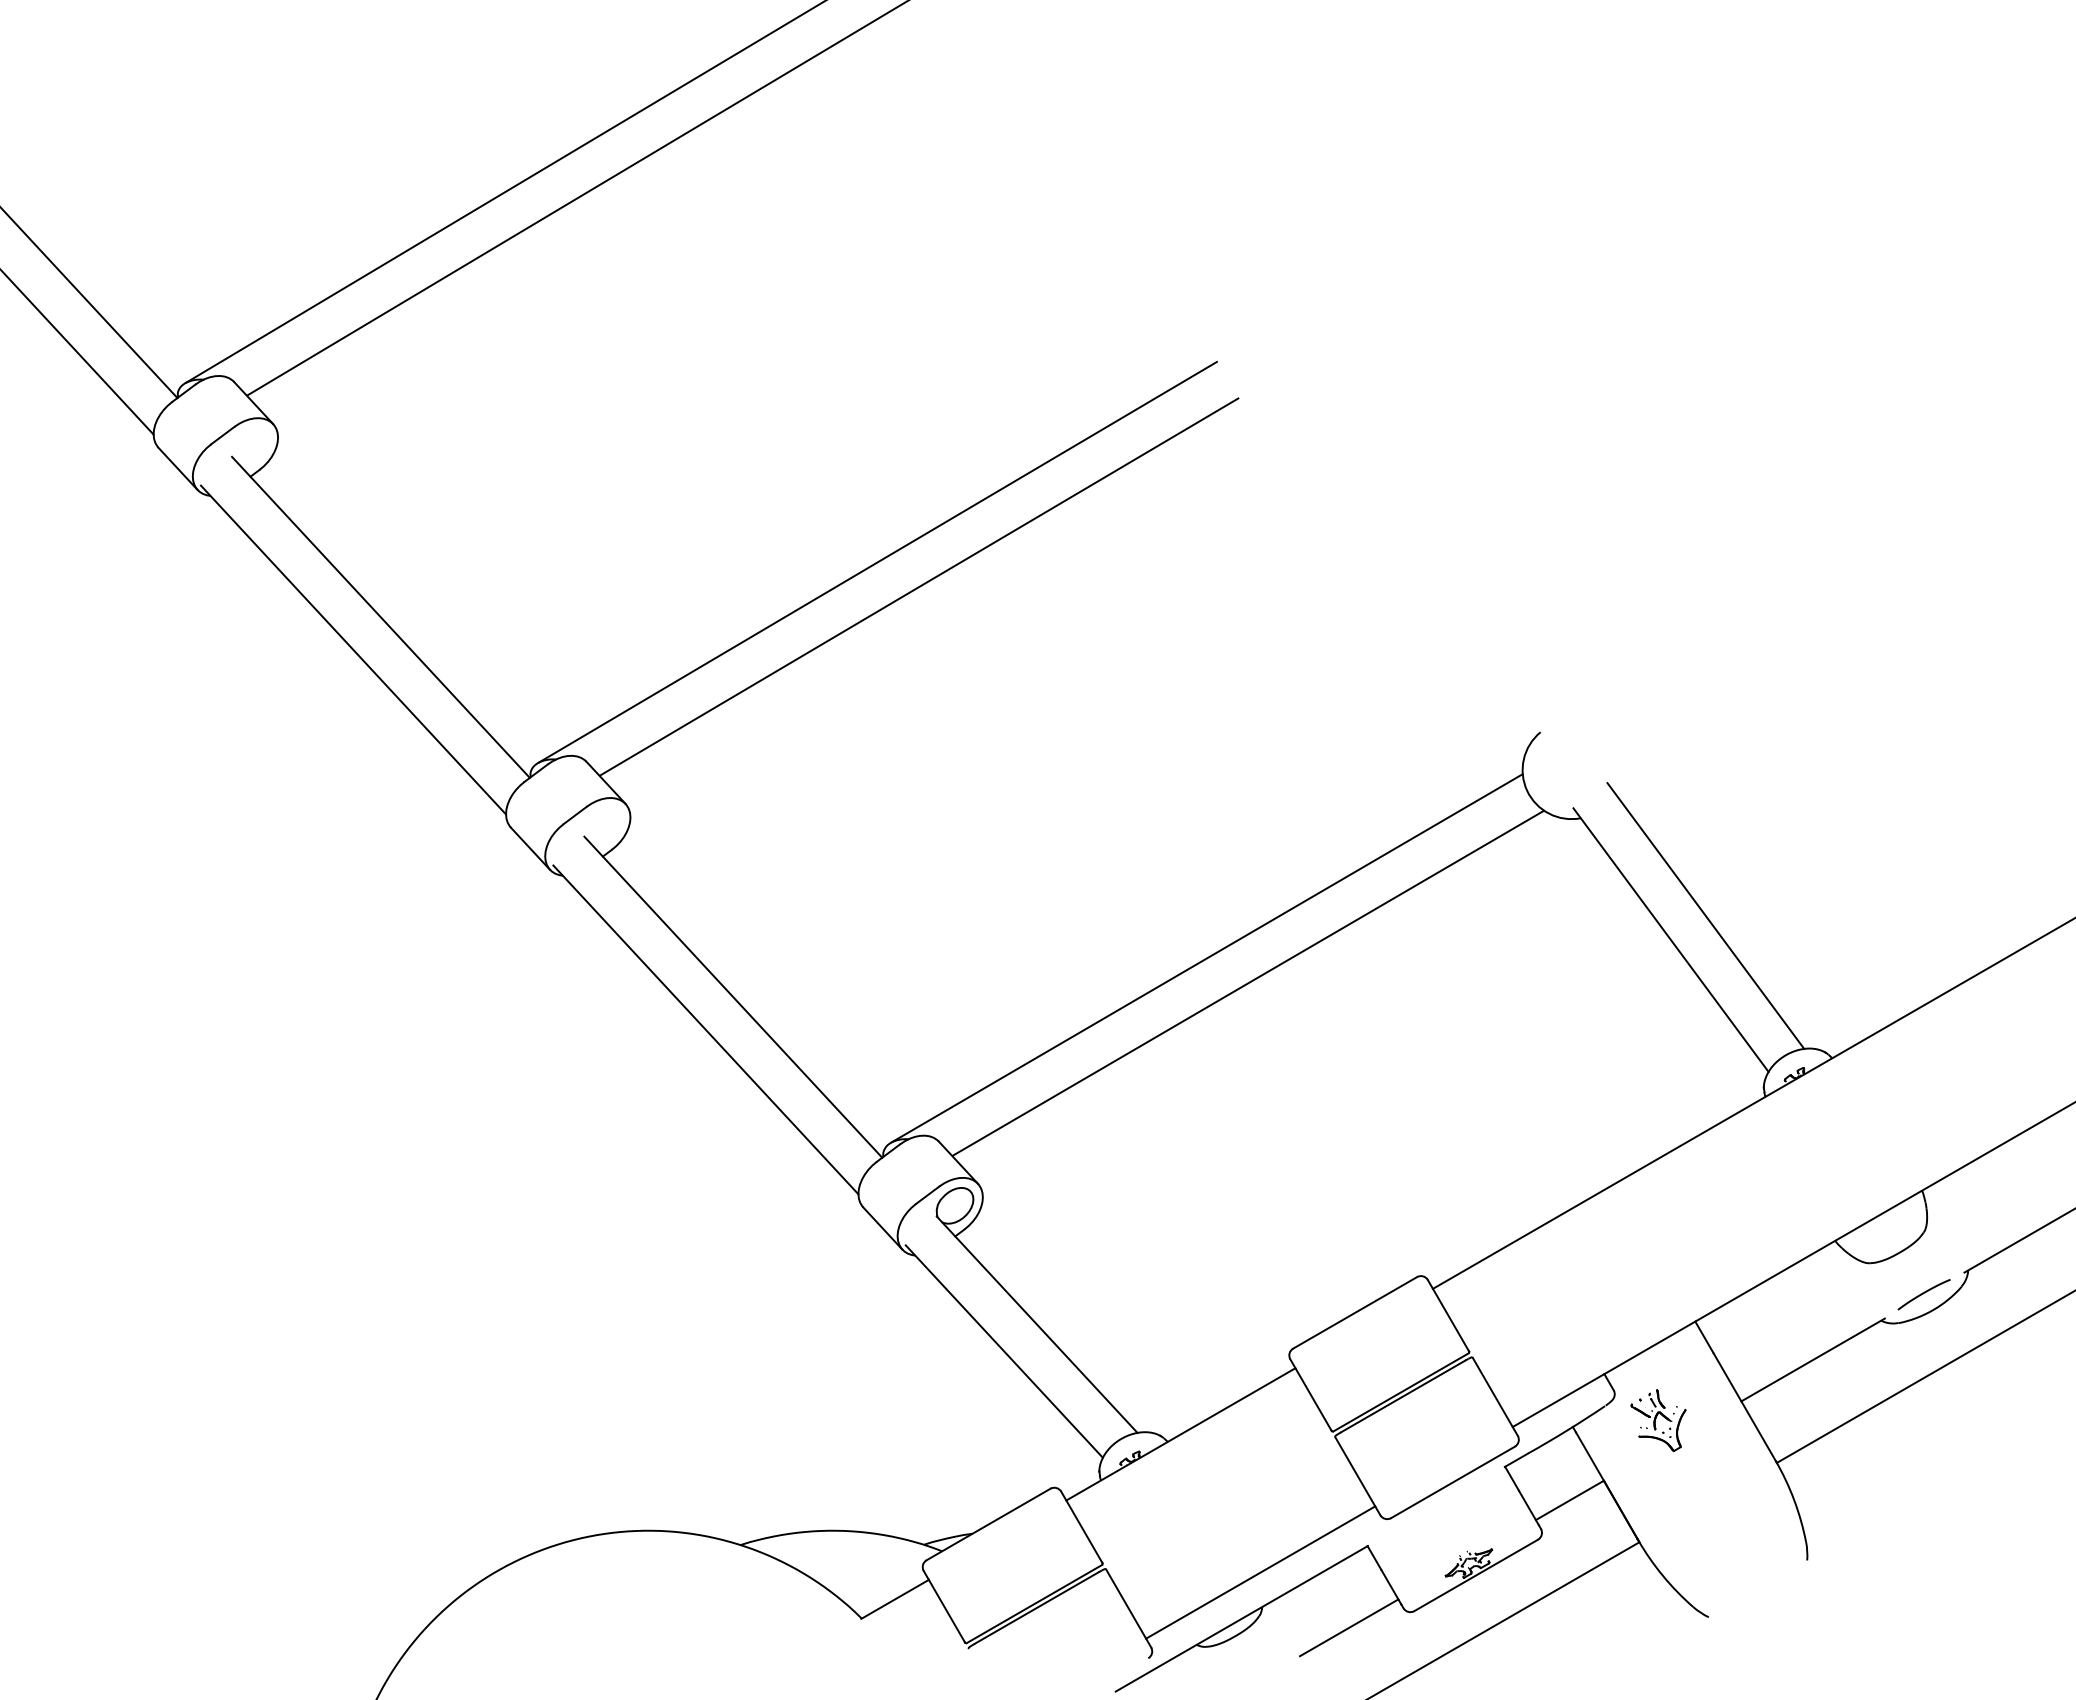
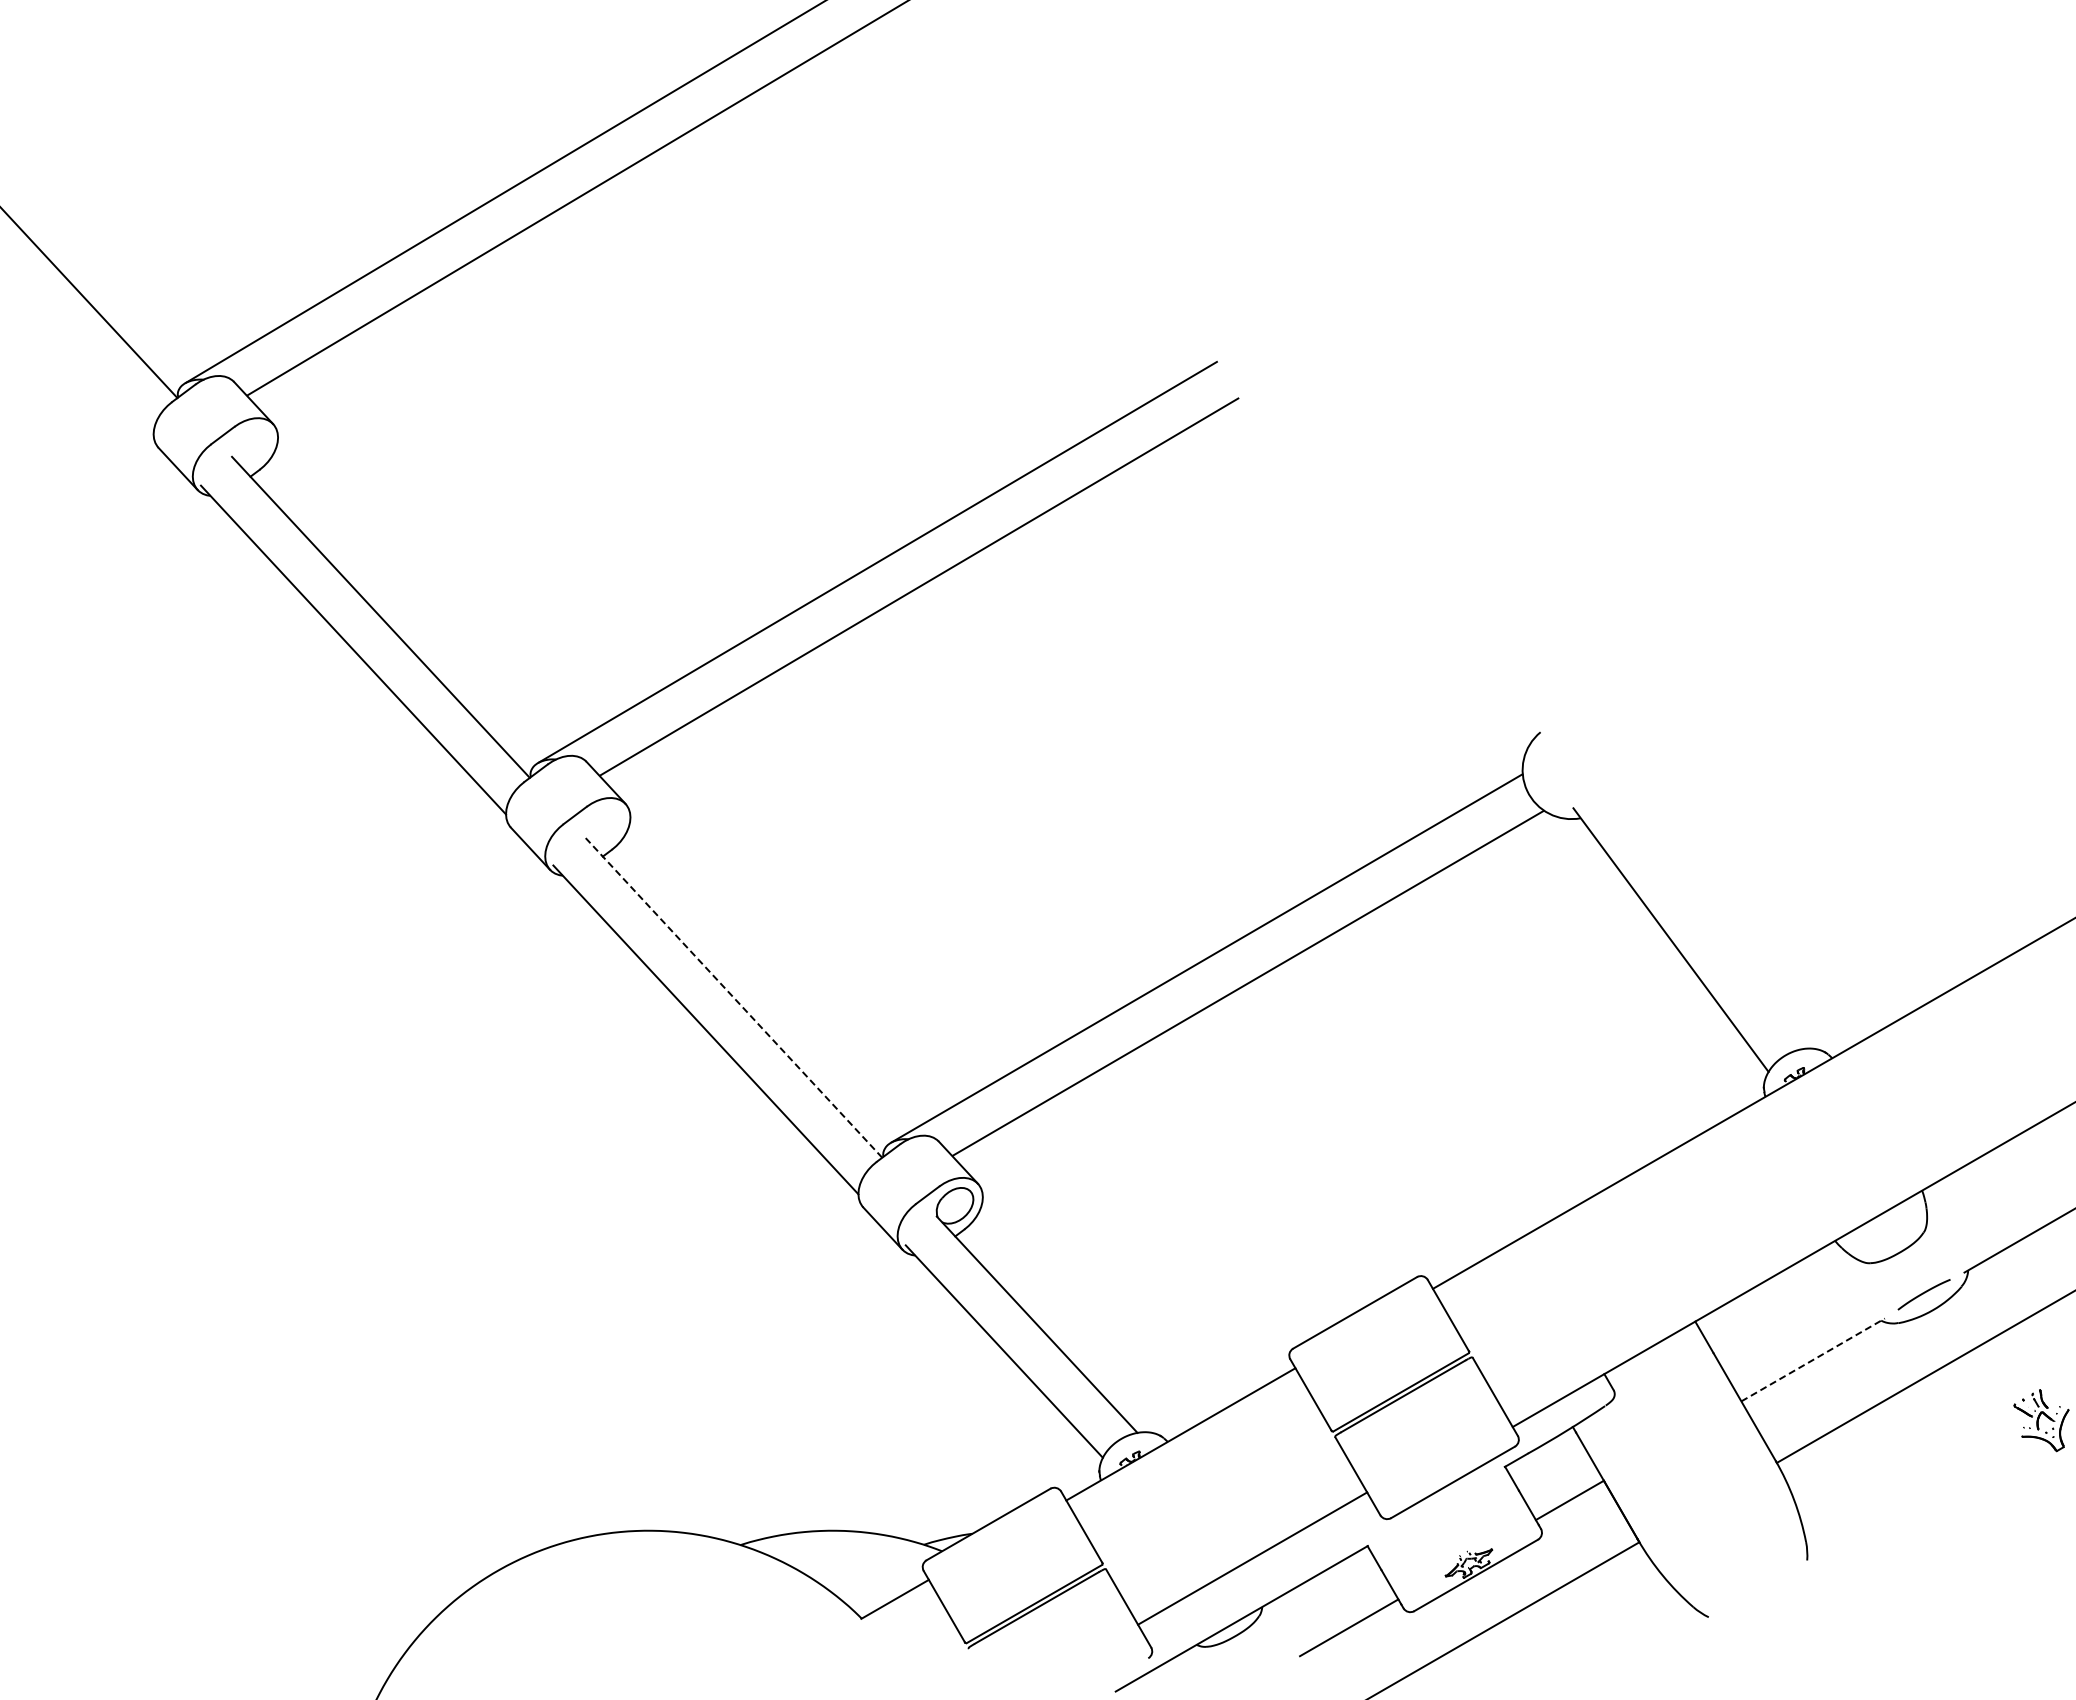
line at (77, 352): present -> none
line at (1705, 915): present -> none
line at (733, 997): solid -> dashed
line at (1813, 1359): solid -> dashed
part at (1658, 1420) position: (1658, 1420) -> (2041, 1420)
line at (1260, 1572) position: (1260, 1572) -> (1252, 1558)
